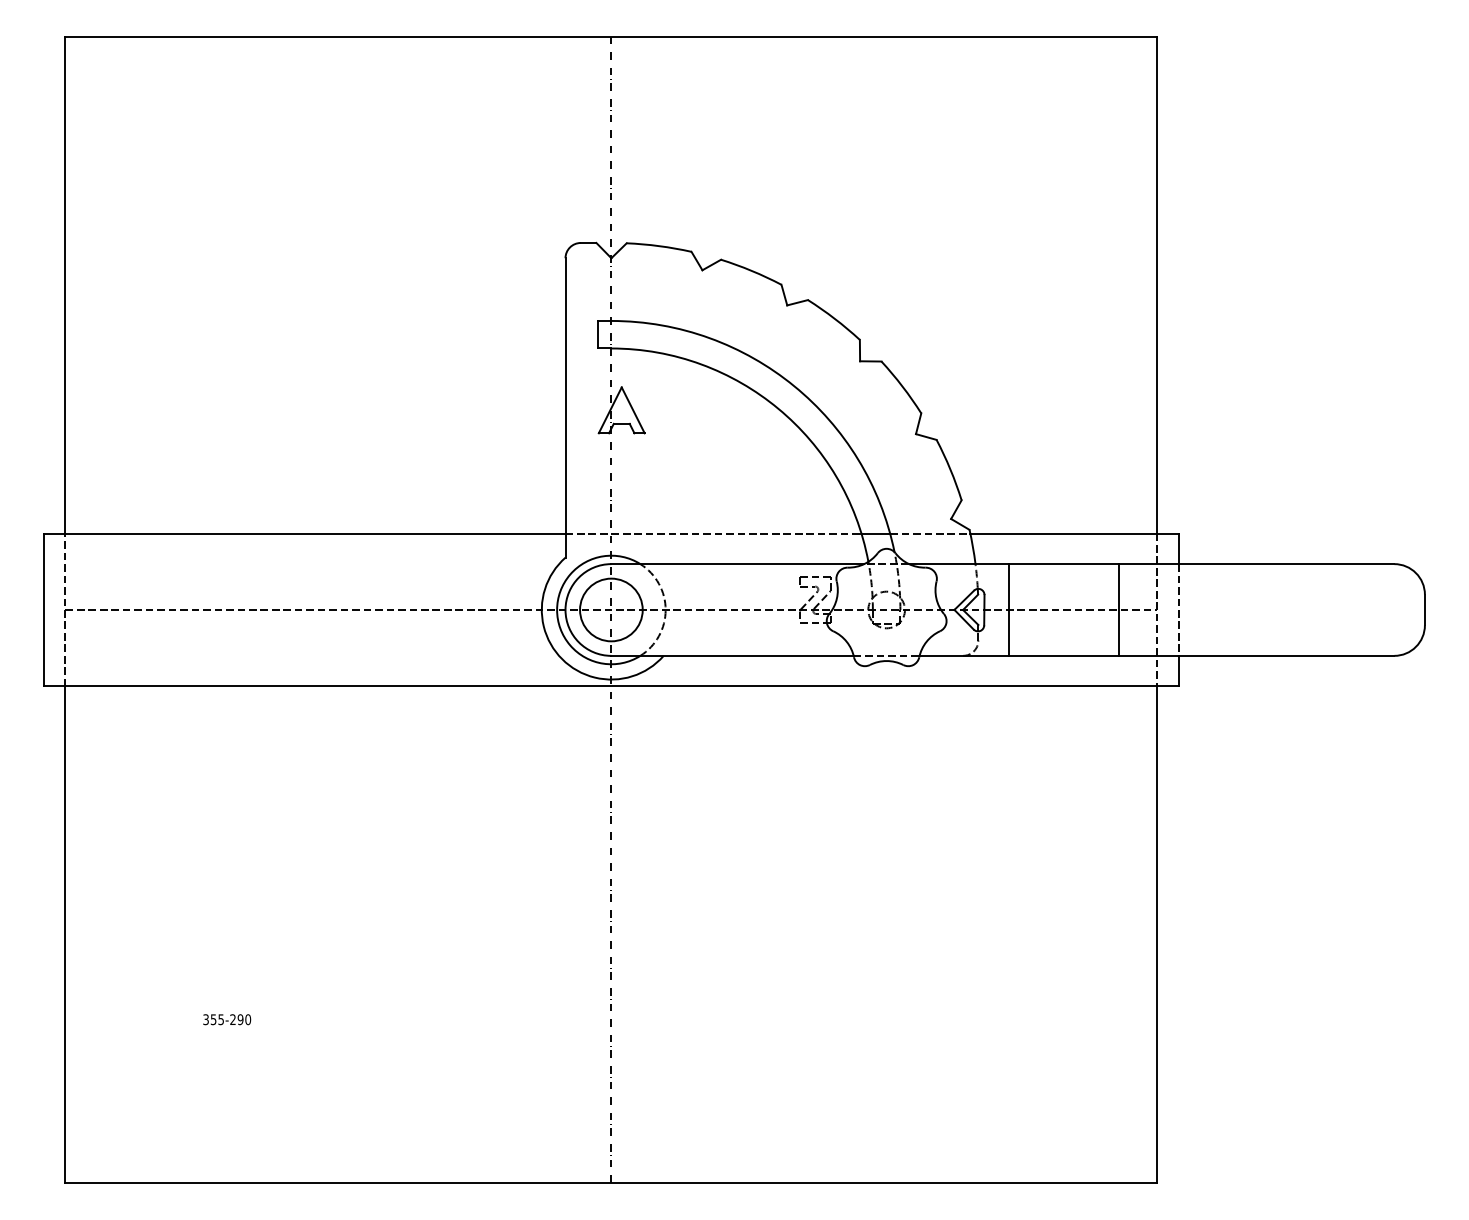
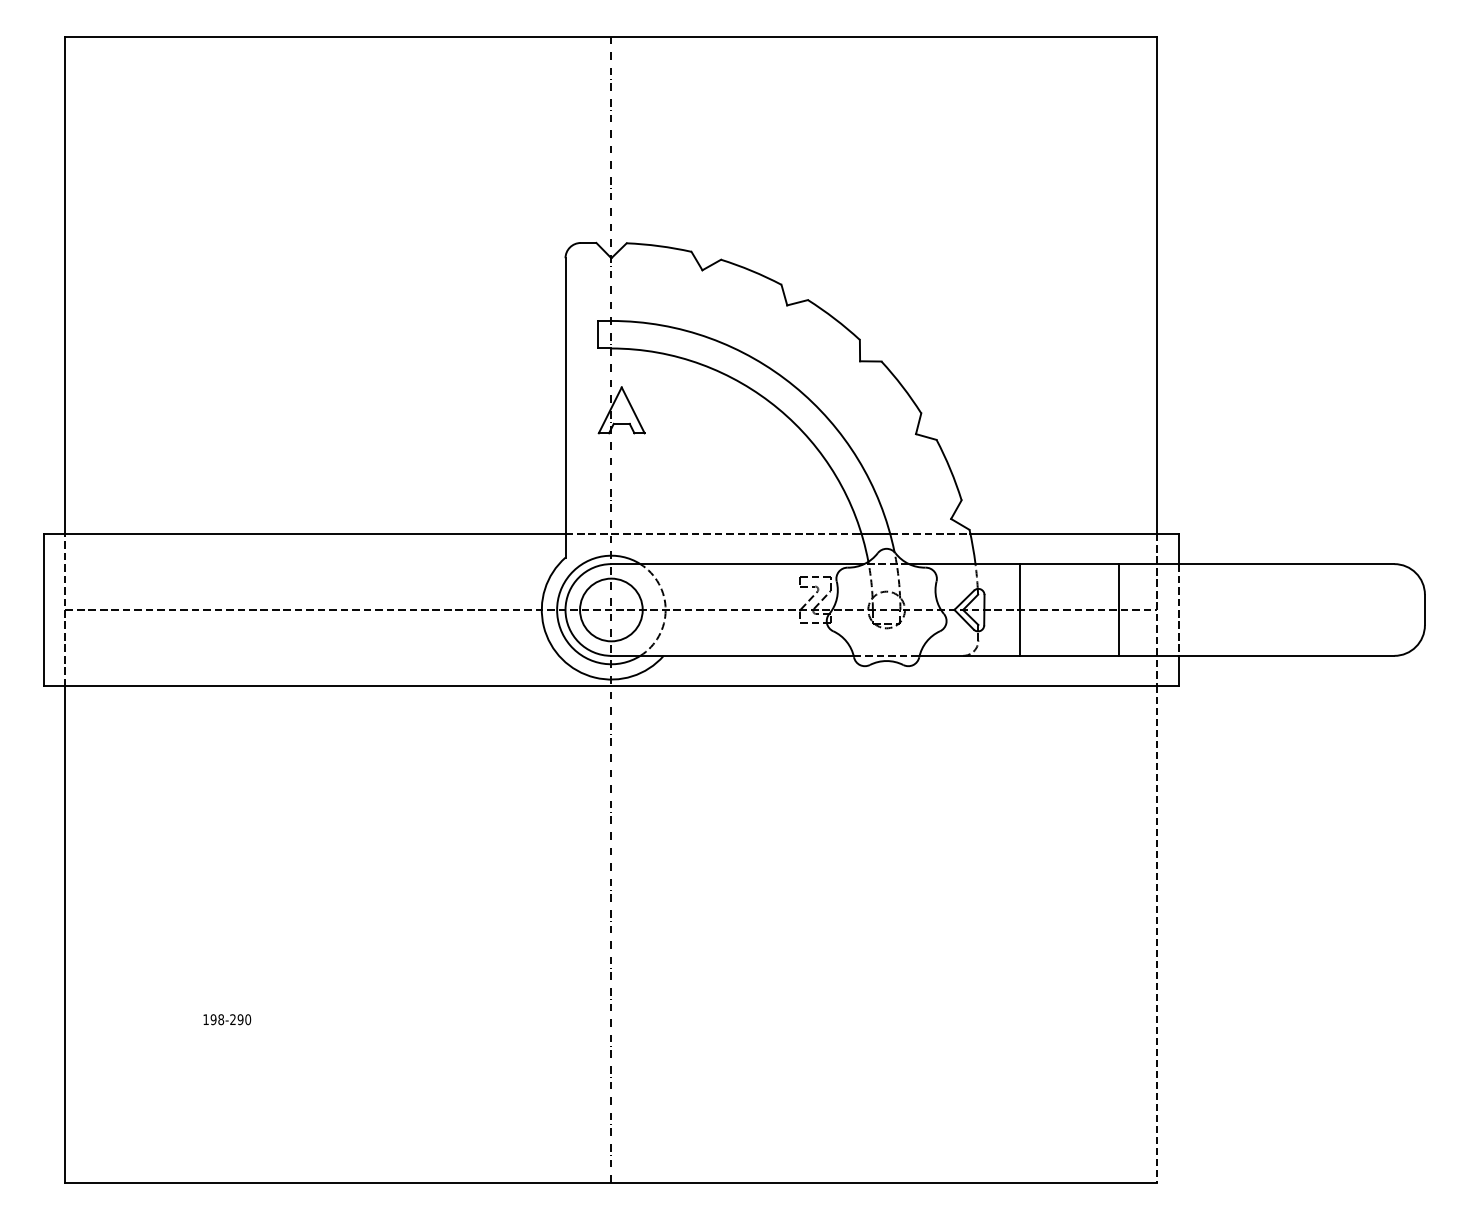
line at (1008, 609) position: (1008, 609) -> (1019, 609)
line at (1157, 935): solid -> dashed
text at (213, 1019): 355-290 -> 198-290
